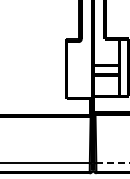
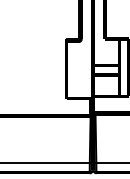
line at (113, 163): dashed -> solid
